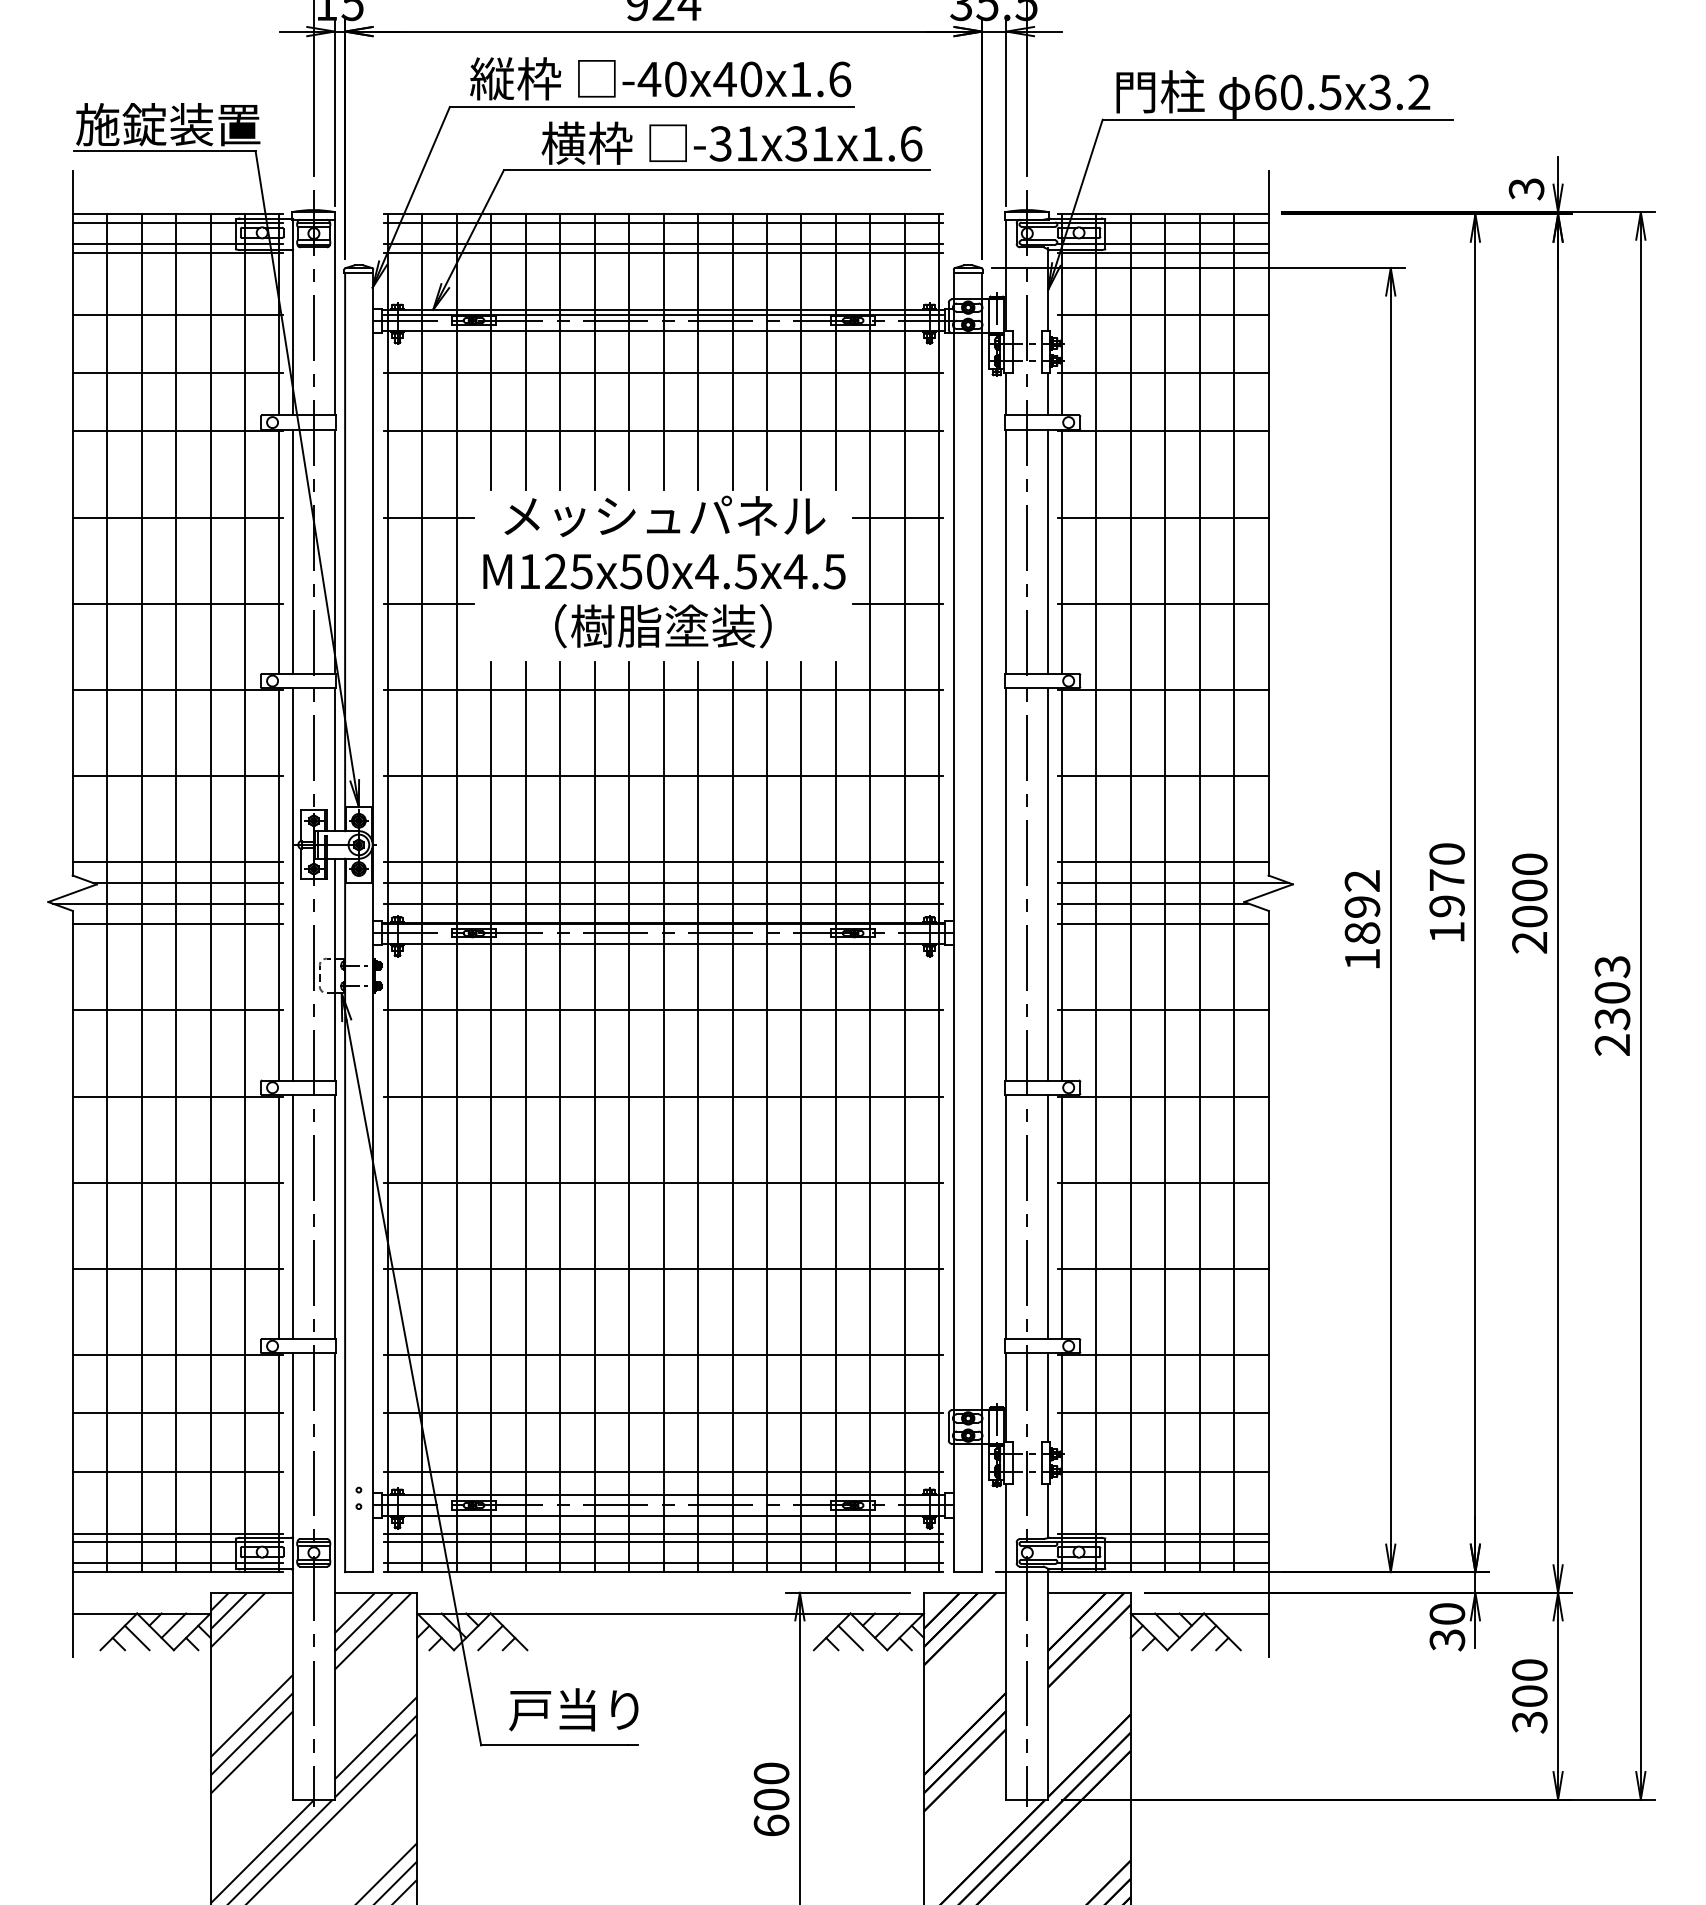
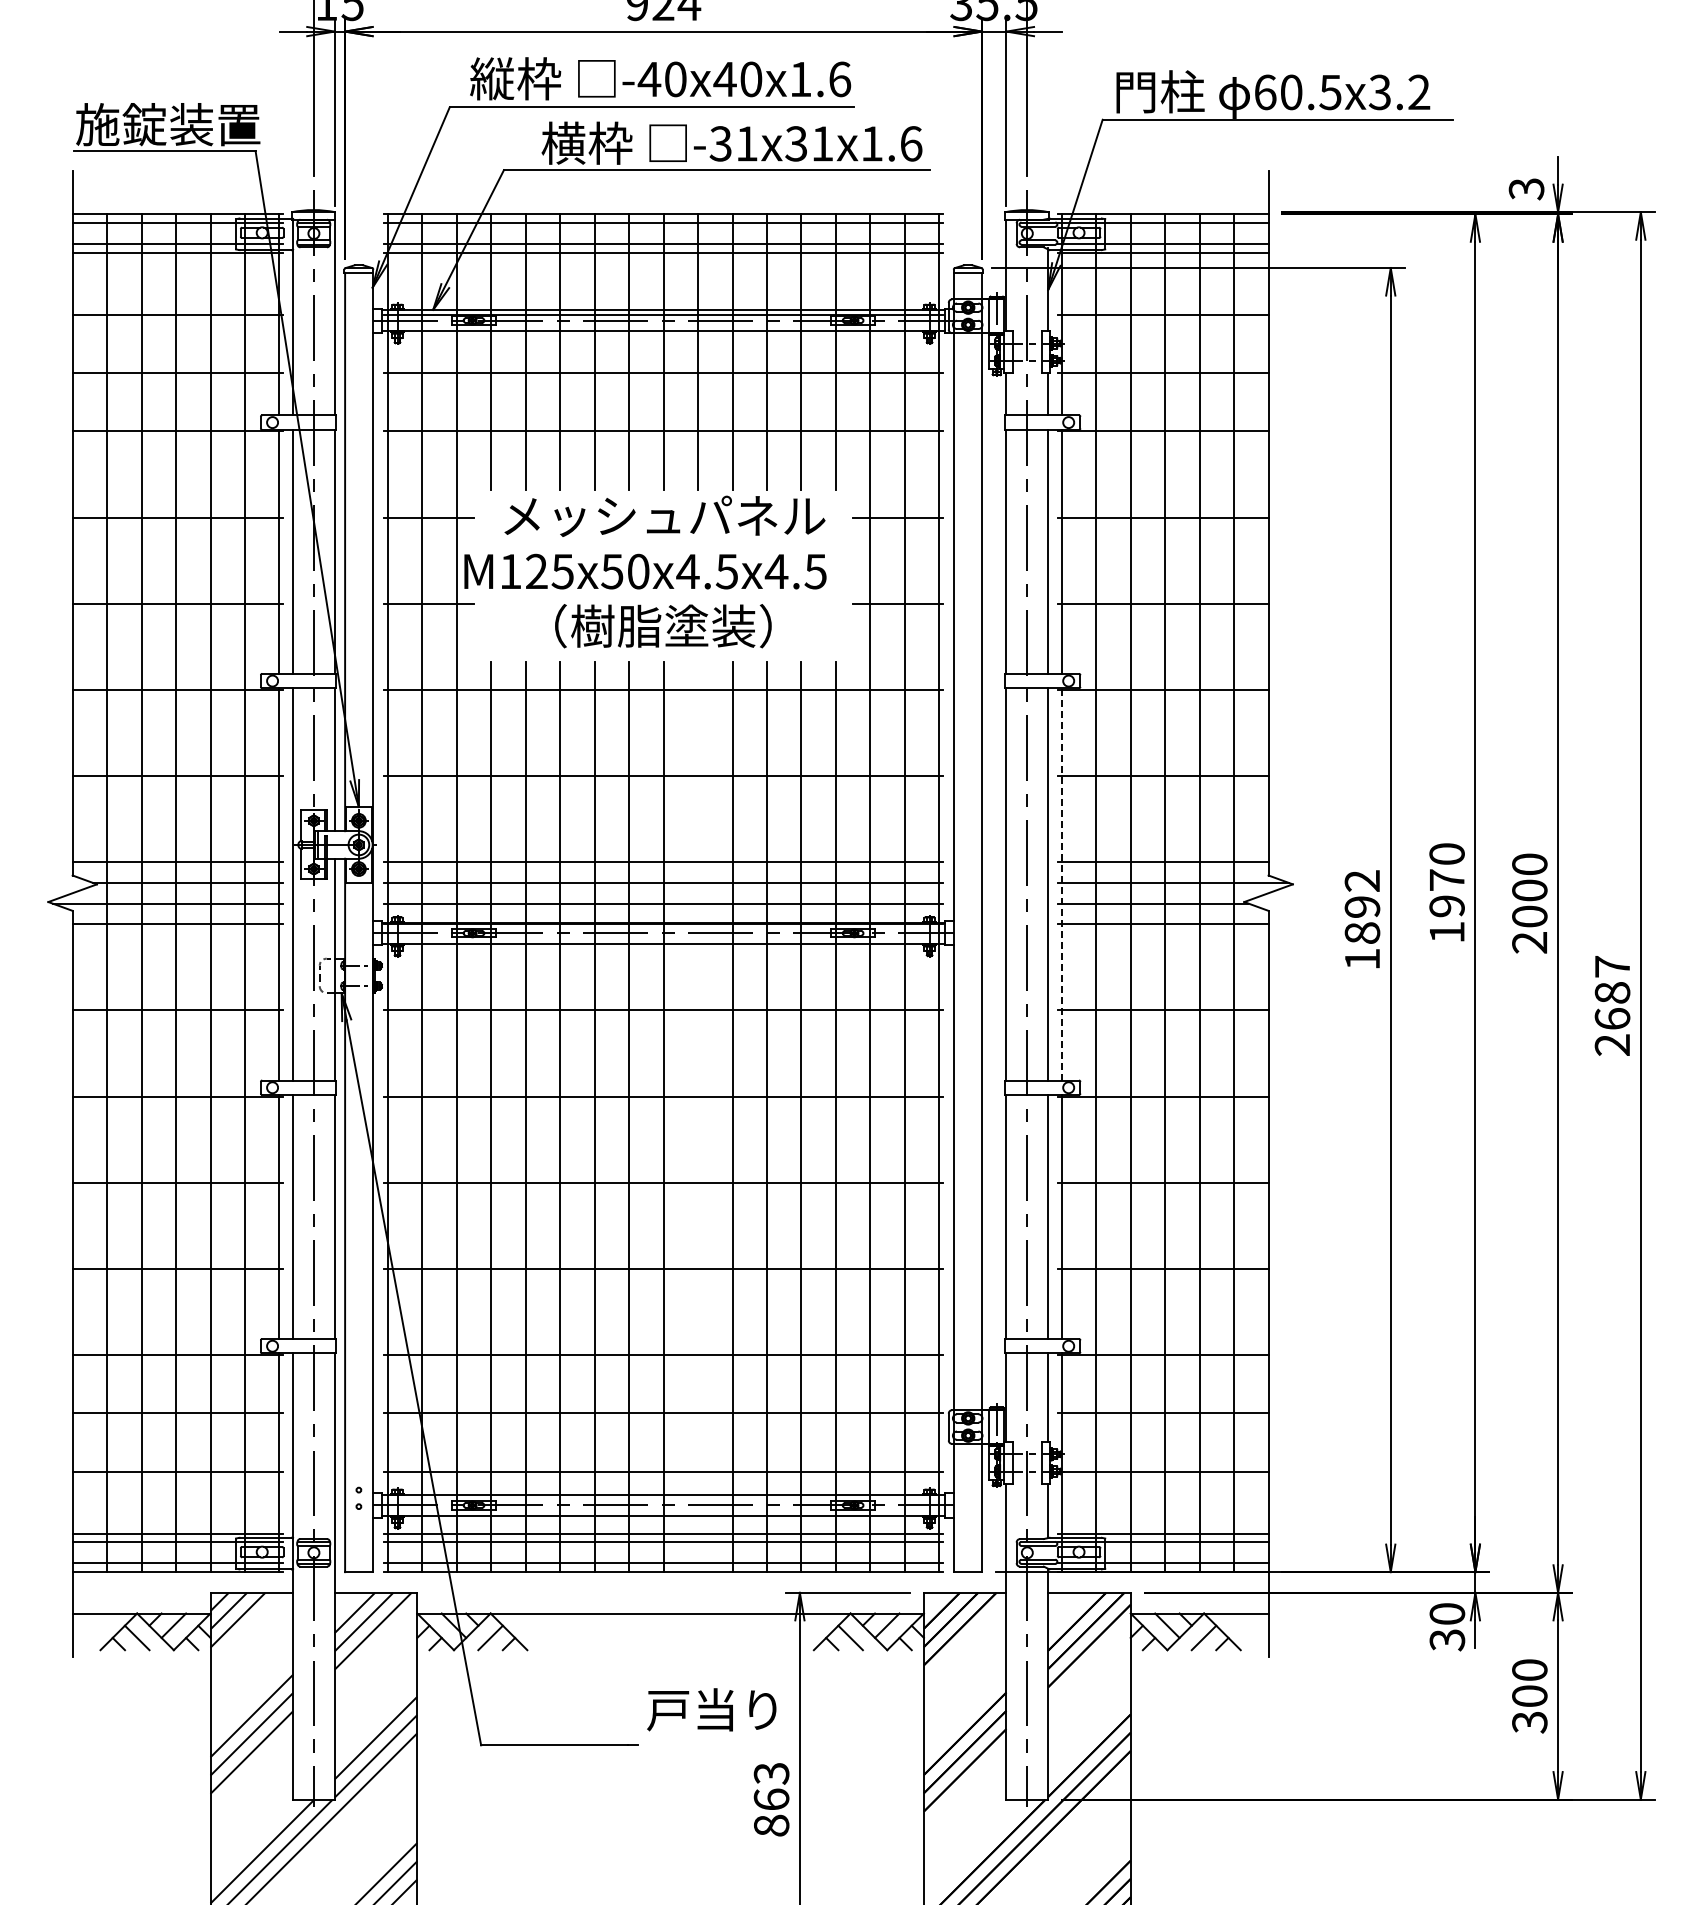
text at (664, 571) position: (664, 571) -> (645, 571)
line at (1061, 883): solid -> dashed
text at (1612, 993): 2303 -> 2687
line at (698, 1117): present -> none
text at (573, 1709) position: (573, 1709) -> (711, 1709)
text at (771, 1799): 600 -> 863
